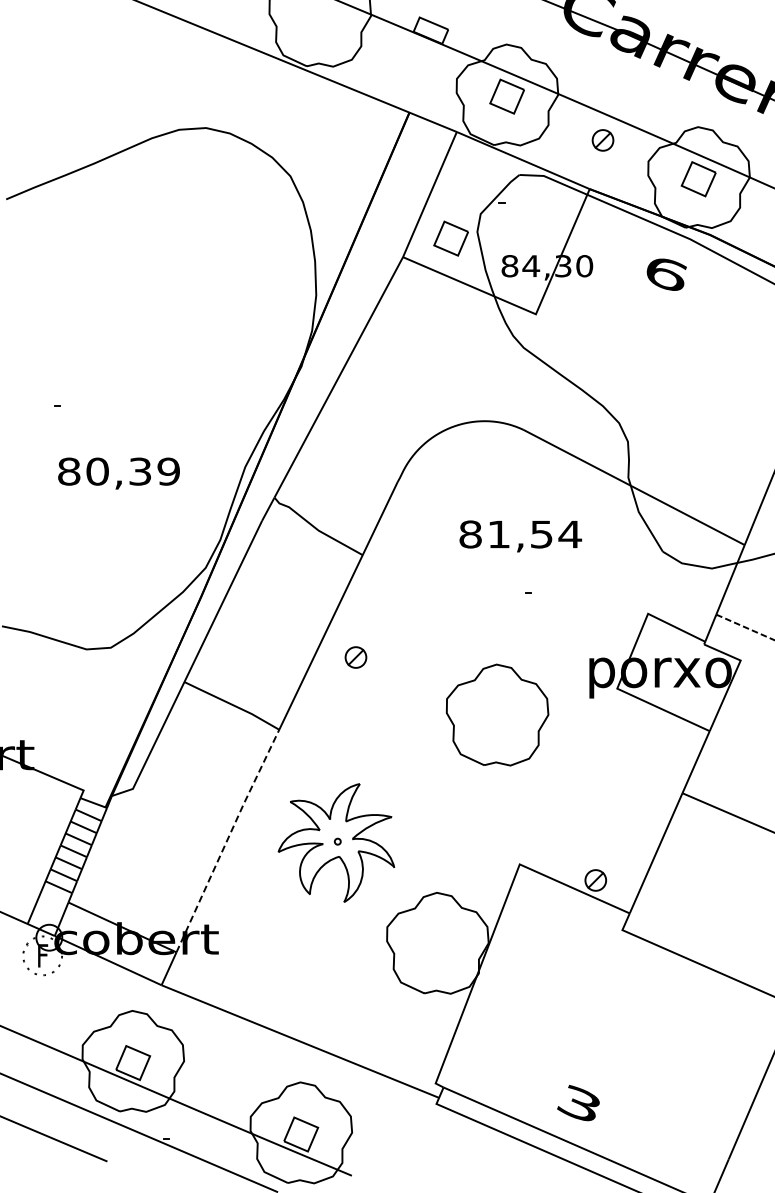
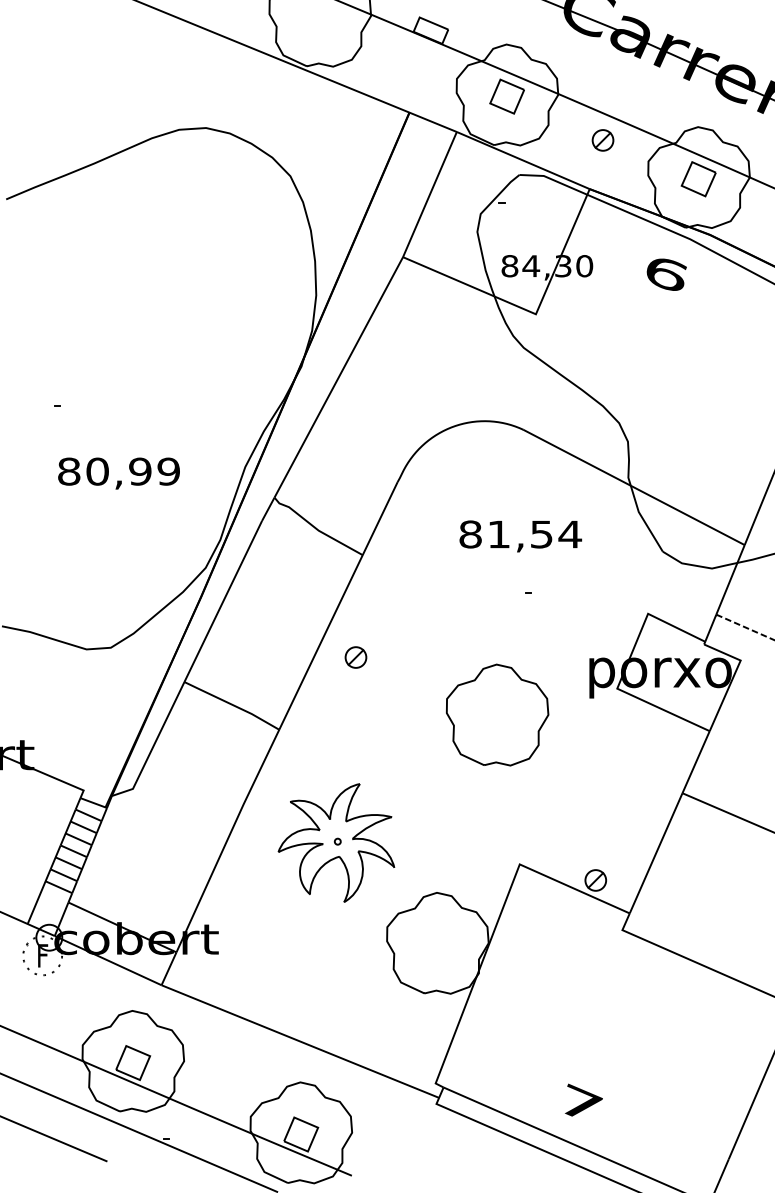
part at (450, 238): present -> none
text at (140, 471): 80,39 -> 80,99
line at (227, 839): dashed -> solid
text at (579, 1102): 3 -> 7
